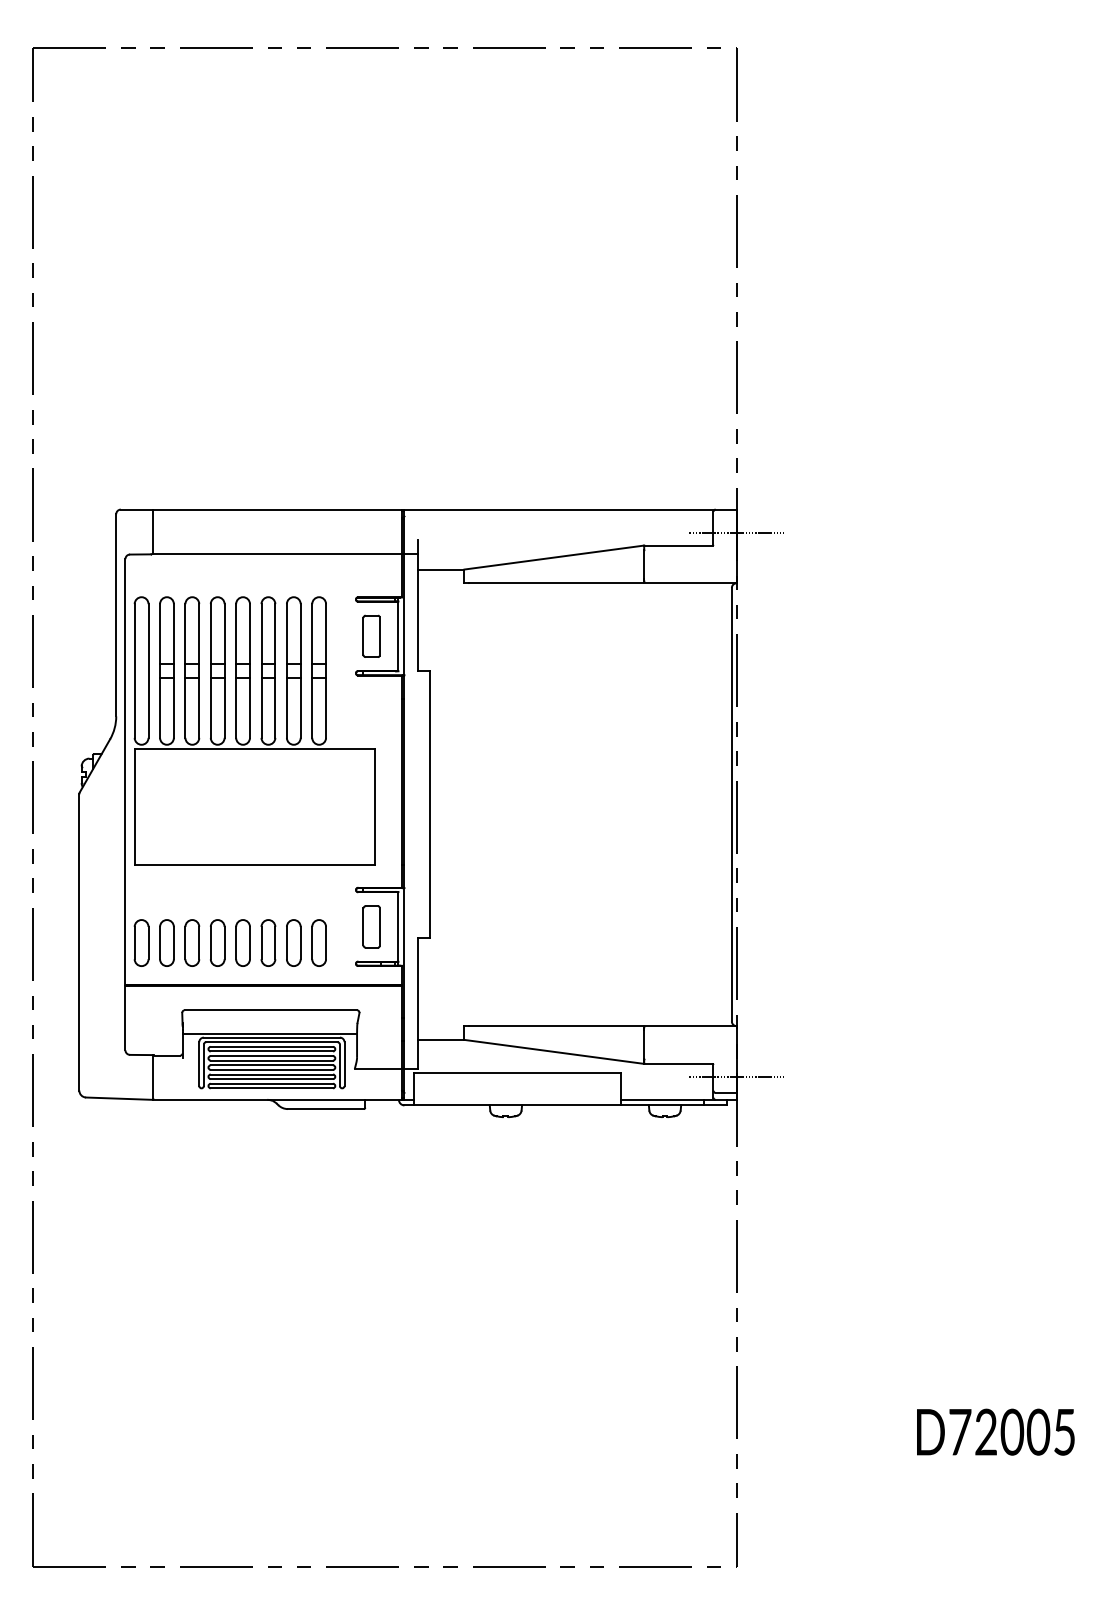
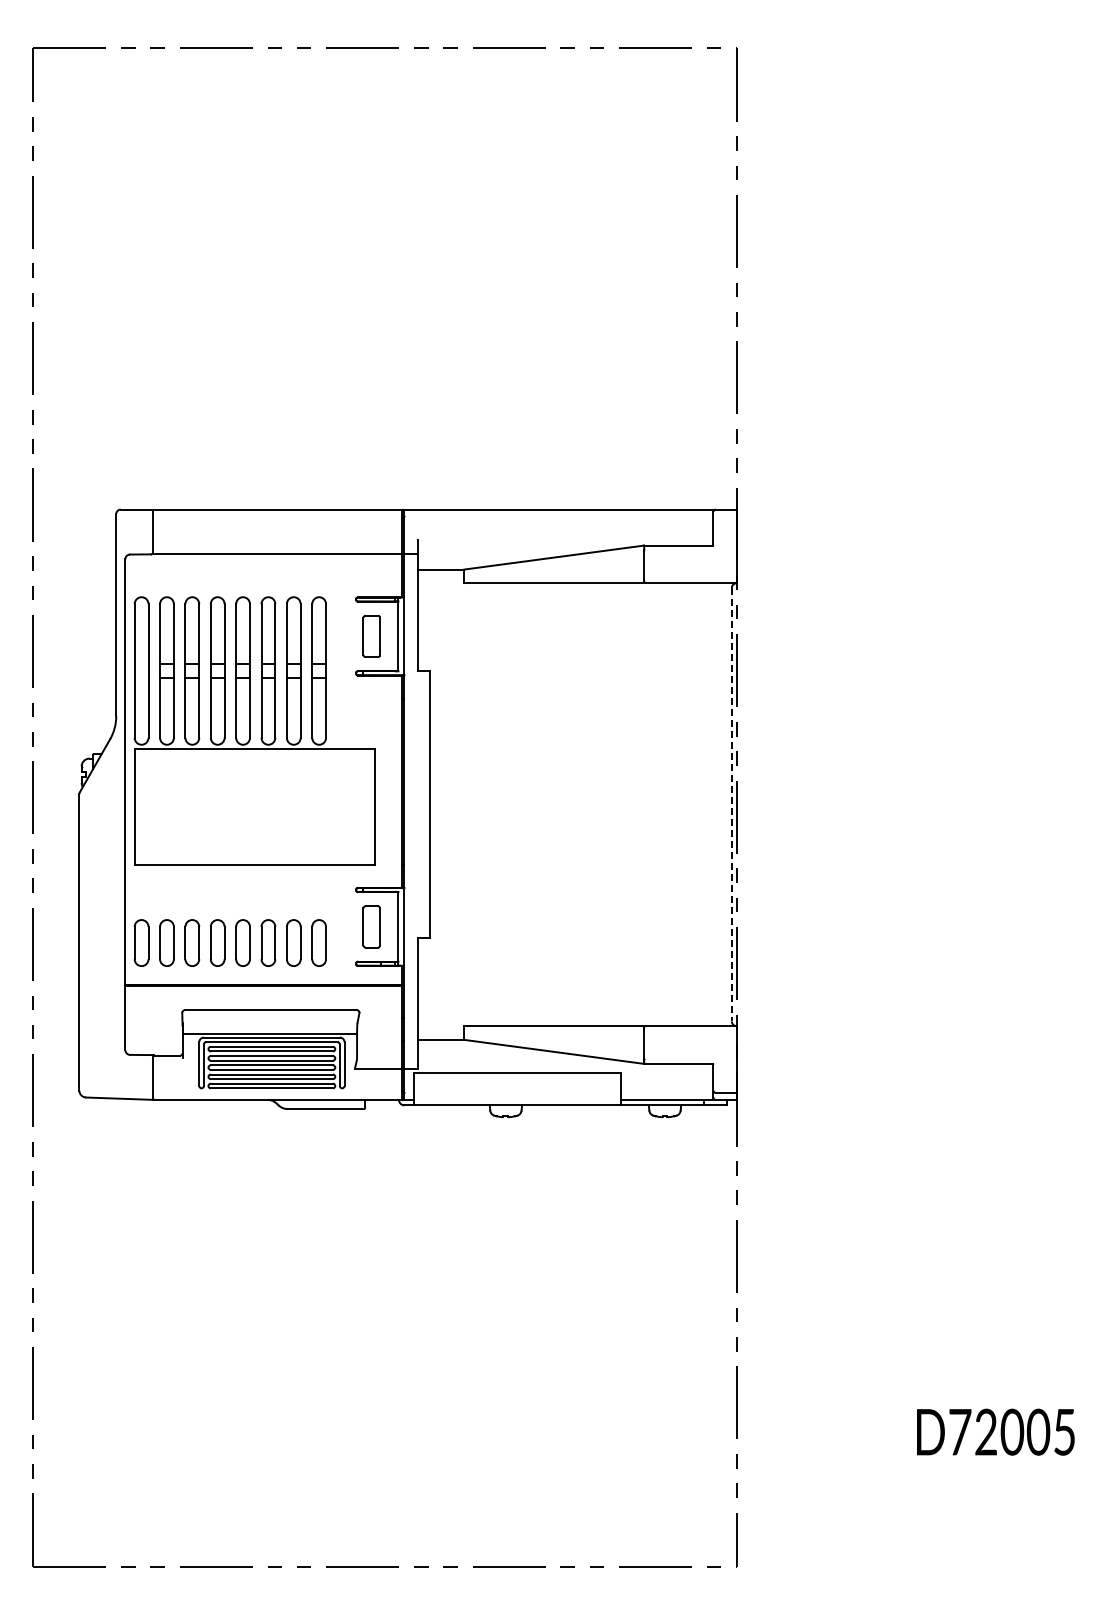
line at (736, 532): present -> none
line at (731, 804): solid -> dashed
line at (736, 1076): present -> none
